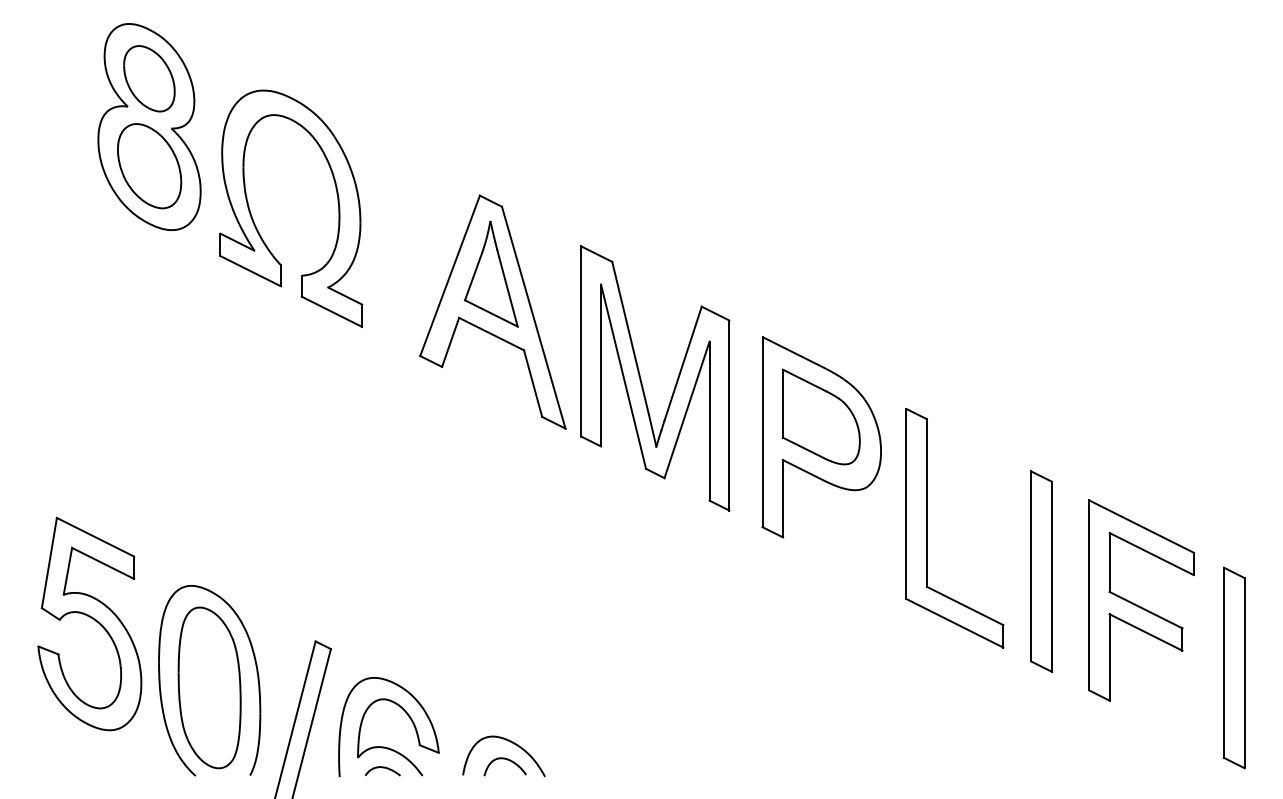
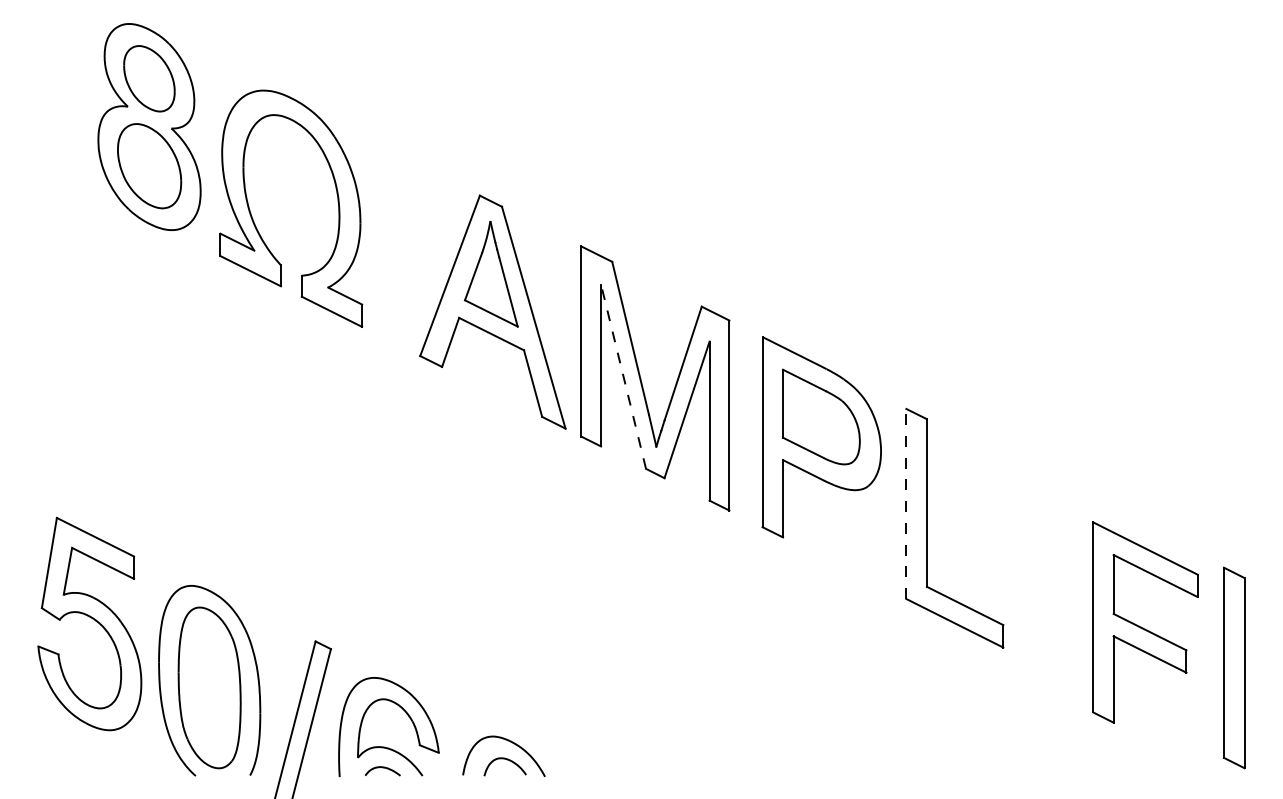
line at (623, 376): solid -> dashed
line at (906, 503): solid -> dashed
part at (1041, 571): present -> none
part at (1141, 600) position: (1141, 600) -> (1145, 622)
